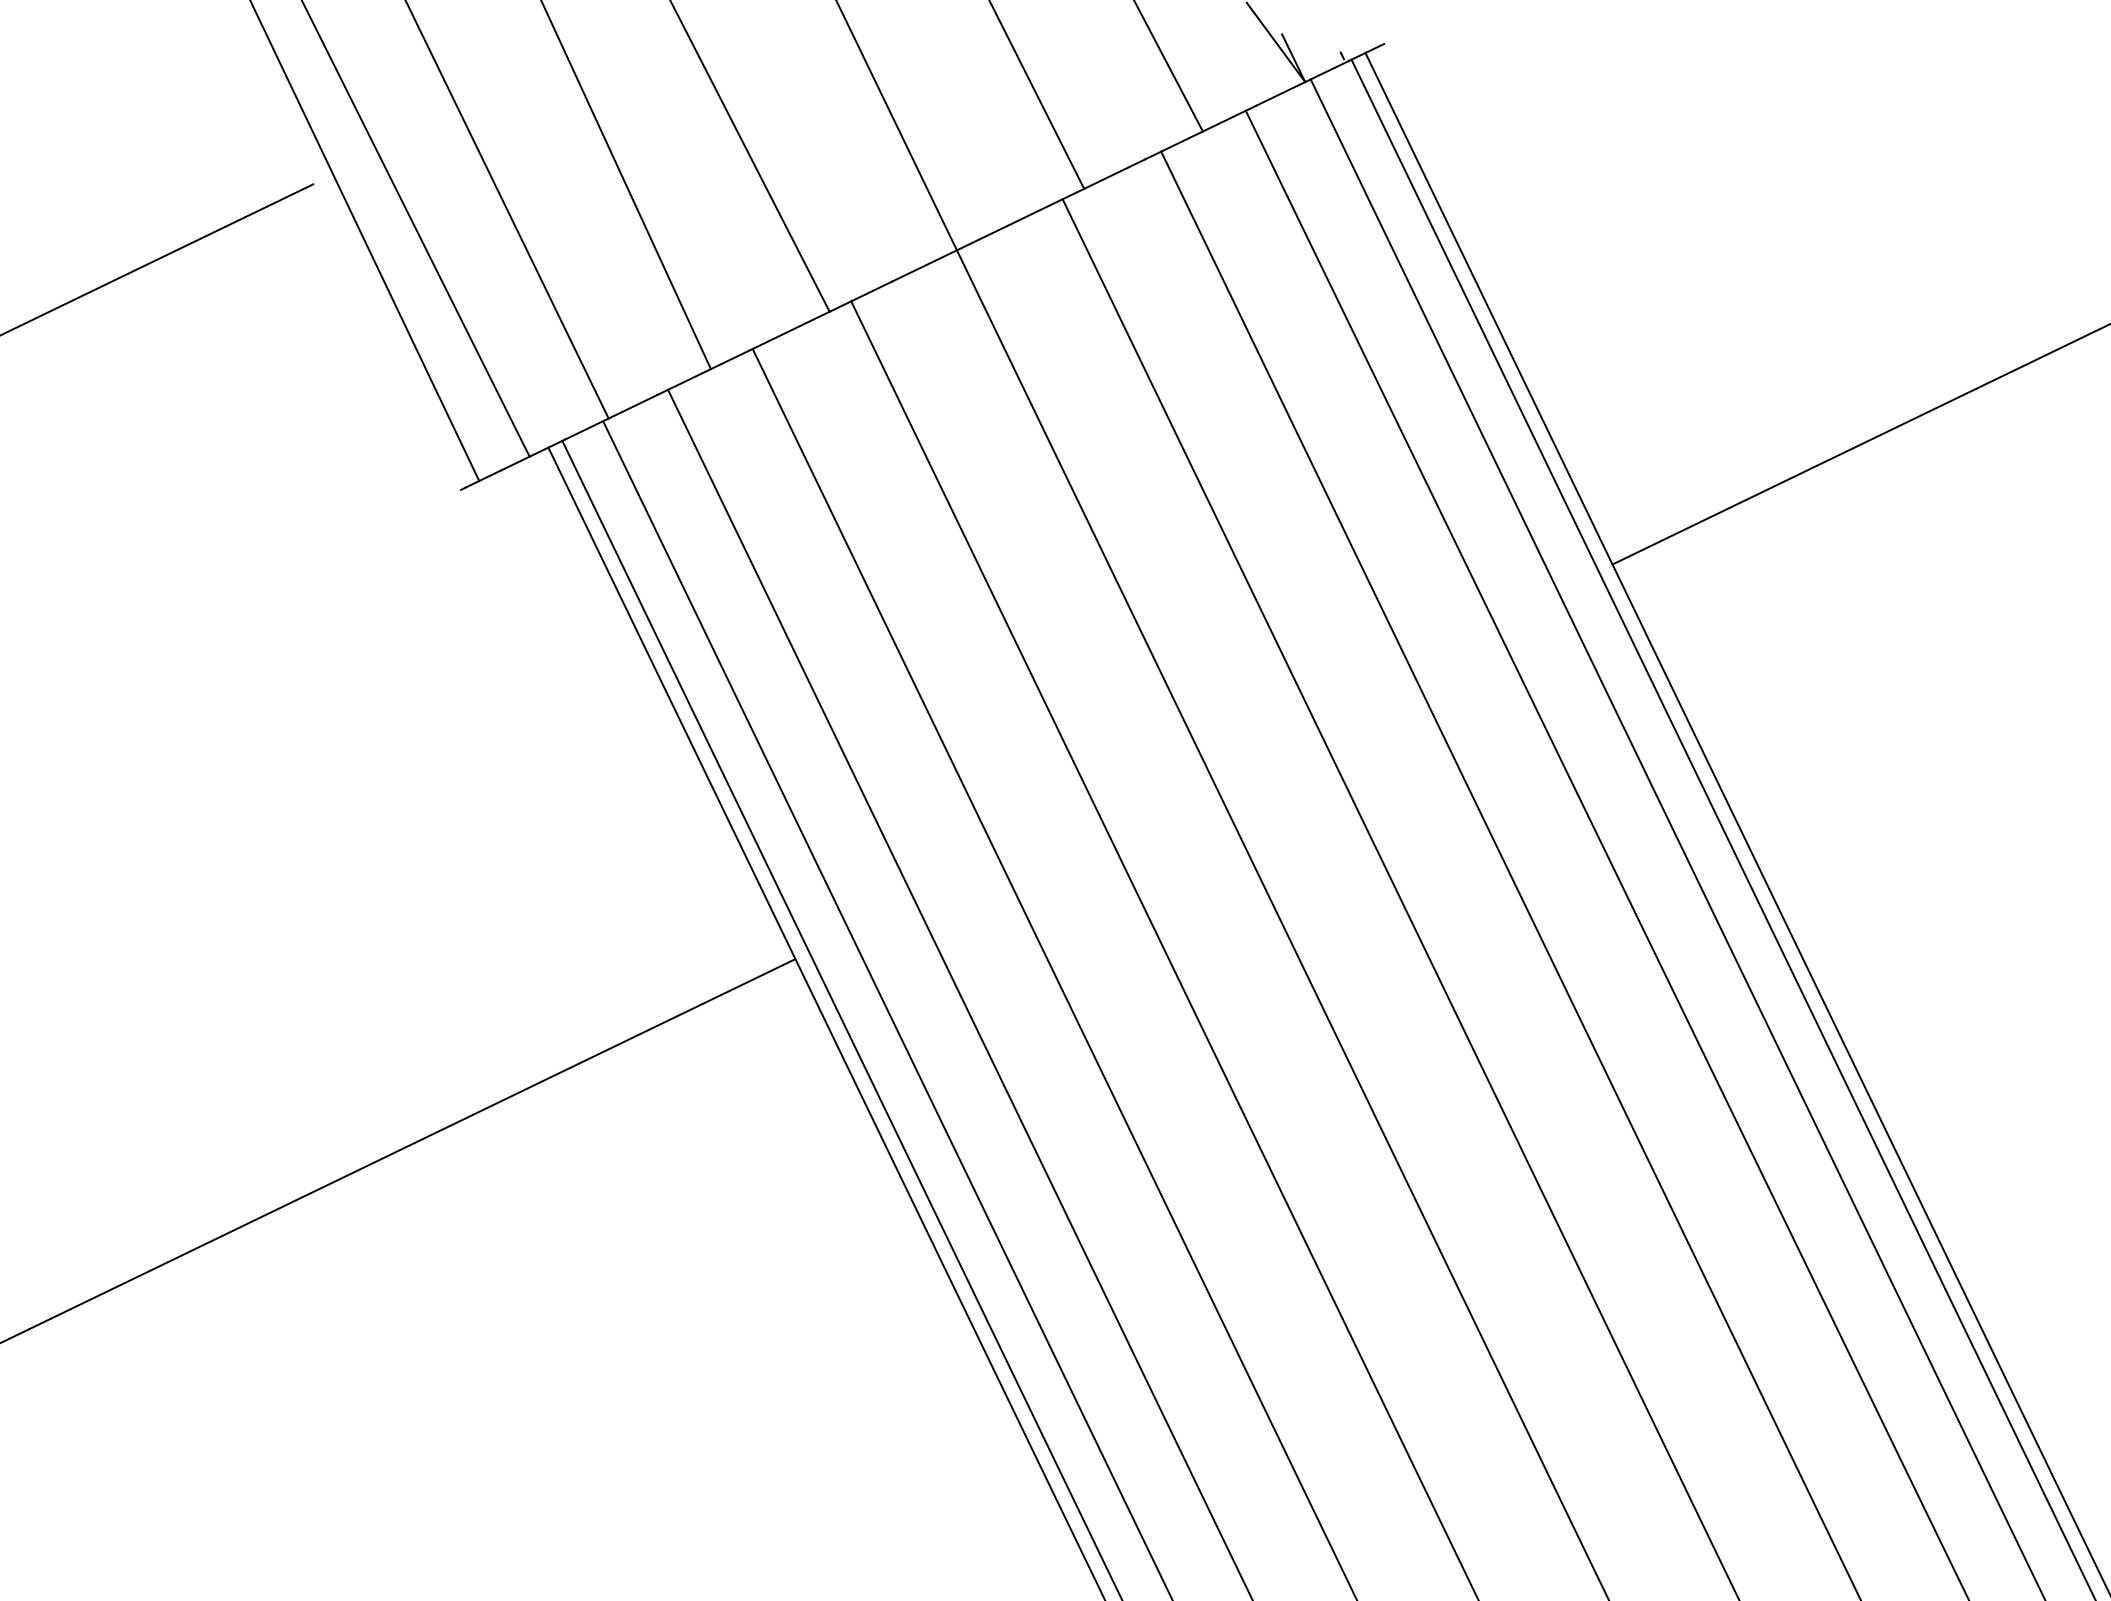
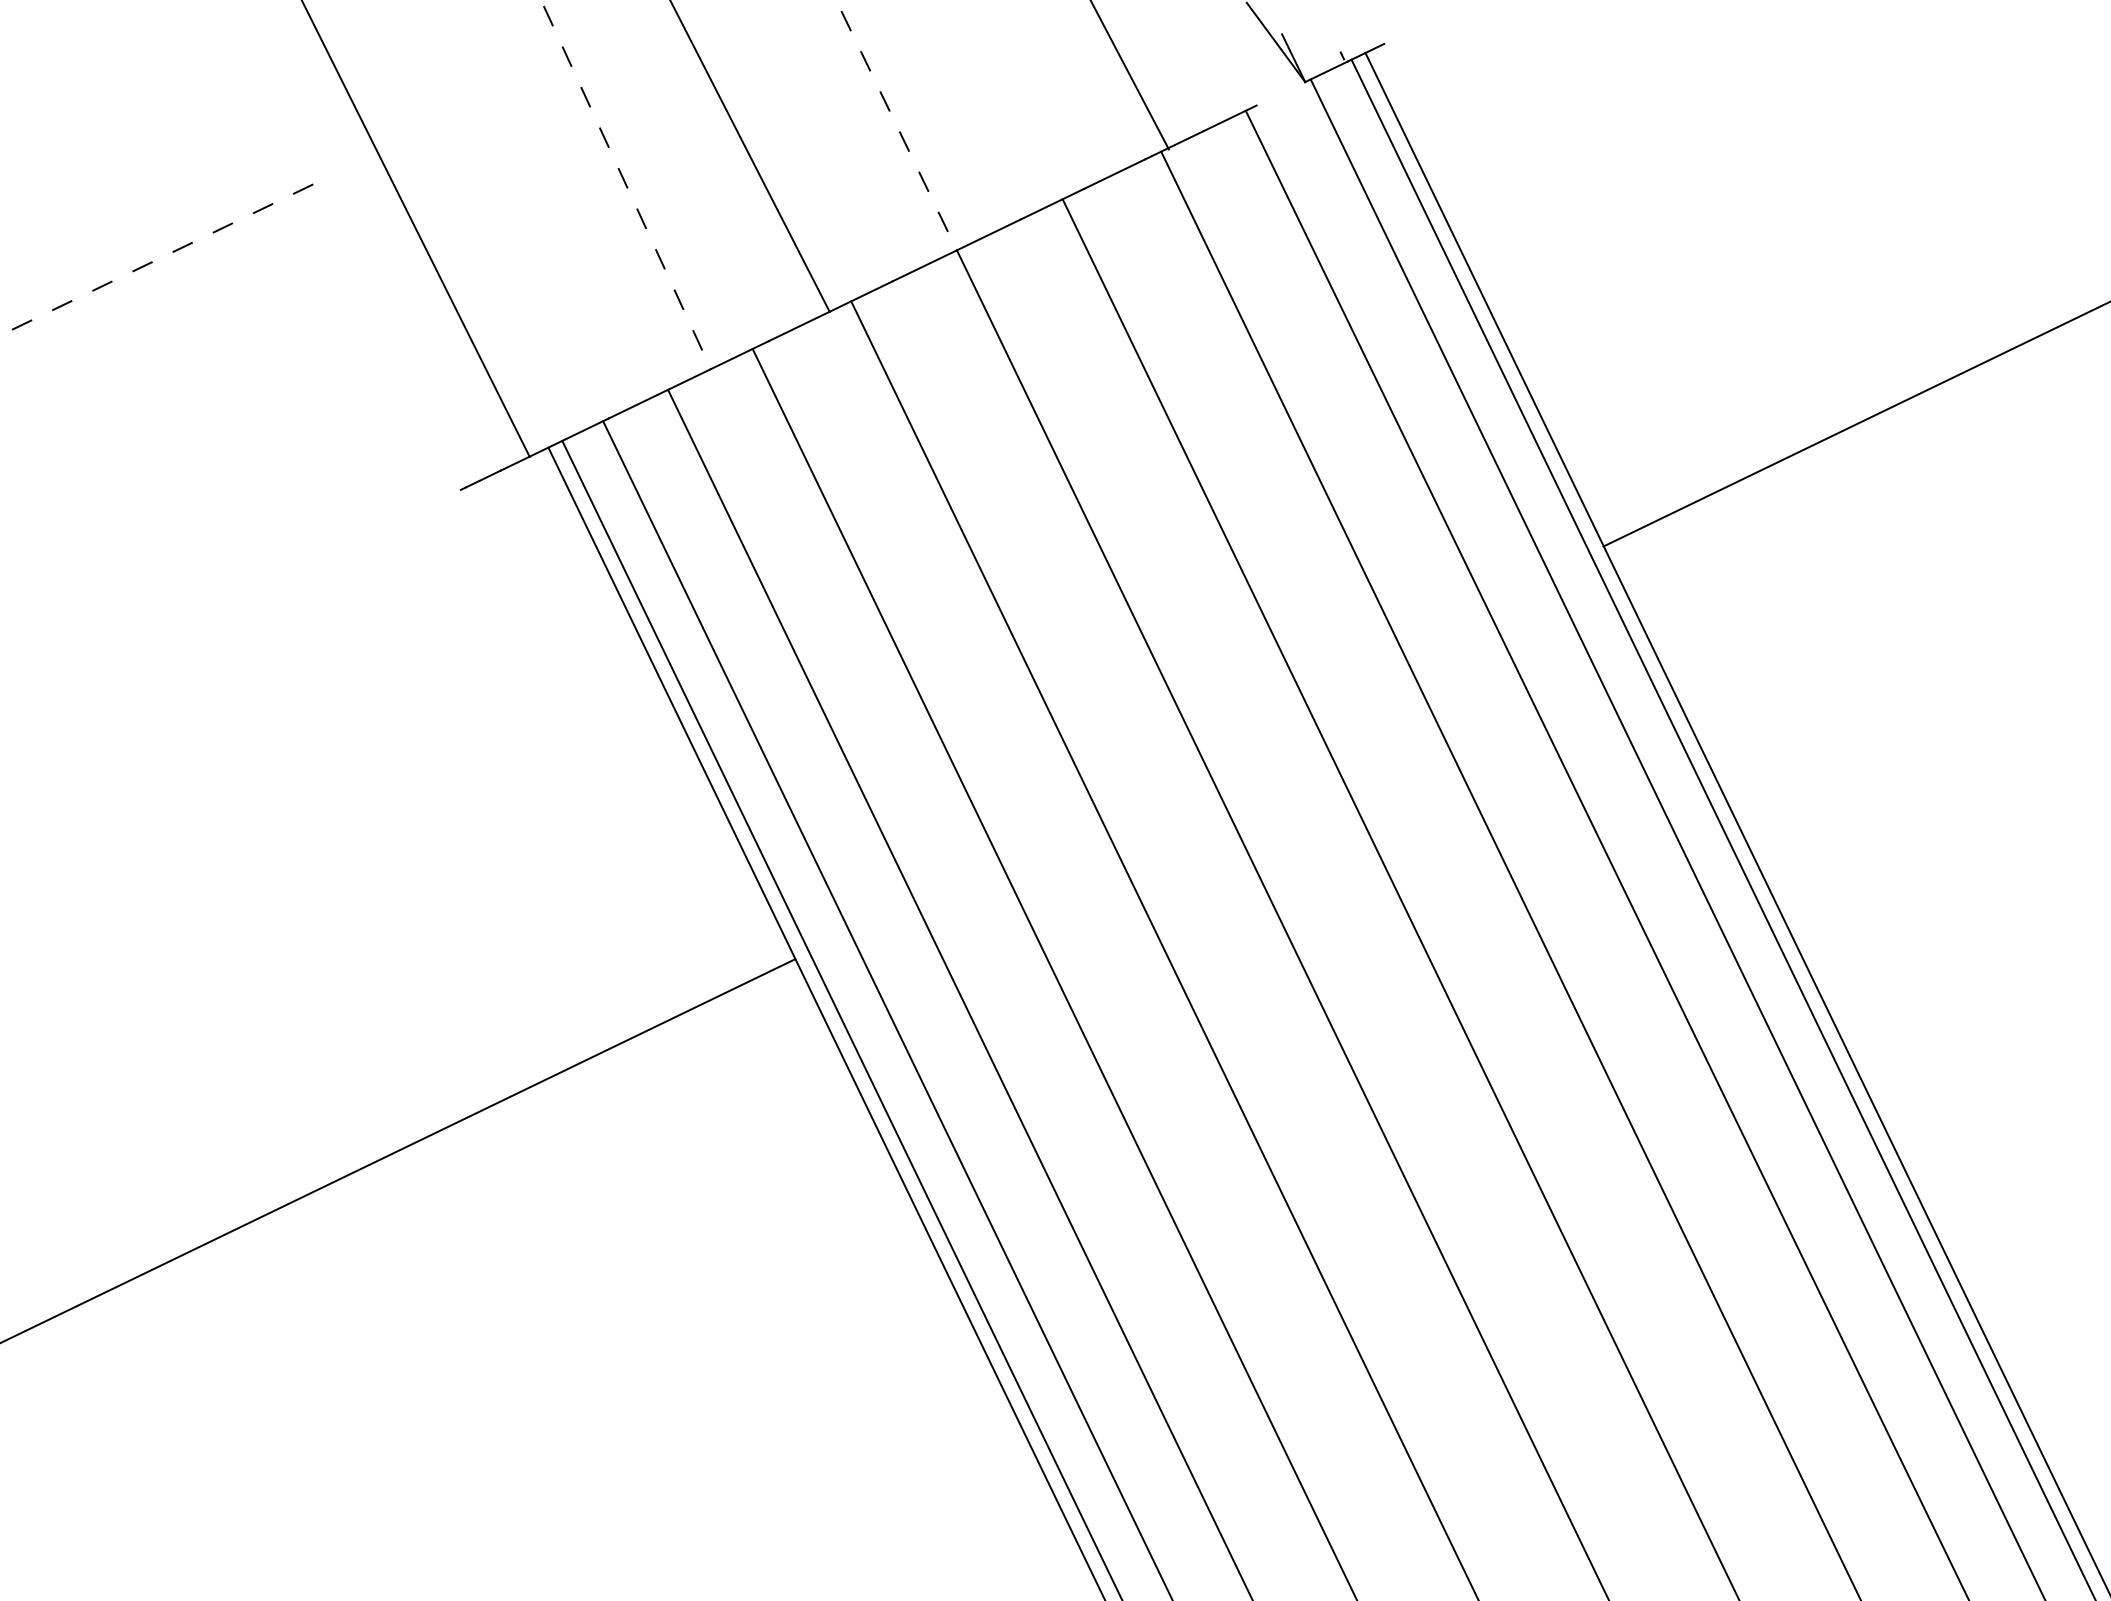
line at (1168, 66) position: (1168, 66) -> (1129, 75)
line at (1280, 93): present -> none
line at (1037, 95): present -> none
line at (896, 125): solid -> dashed
line at (626, 184): solid -> dashed
line at (507, 210): present -> none
line at (365, 241): present -> none
line at (156, 259): solid -> dashed
line at (1859, 444) position: (1859, 444) -> (1855, 424)
